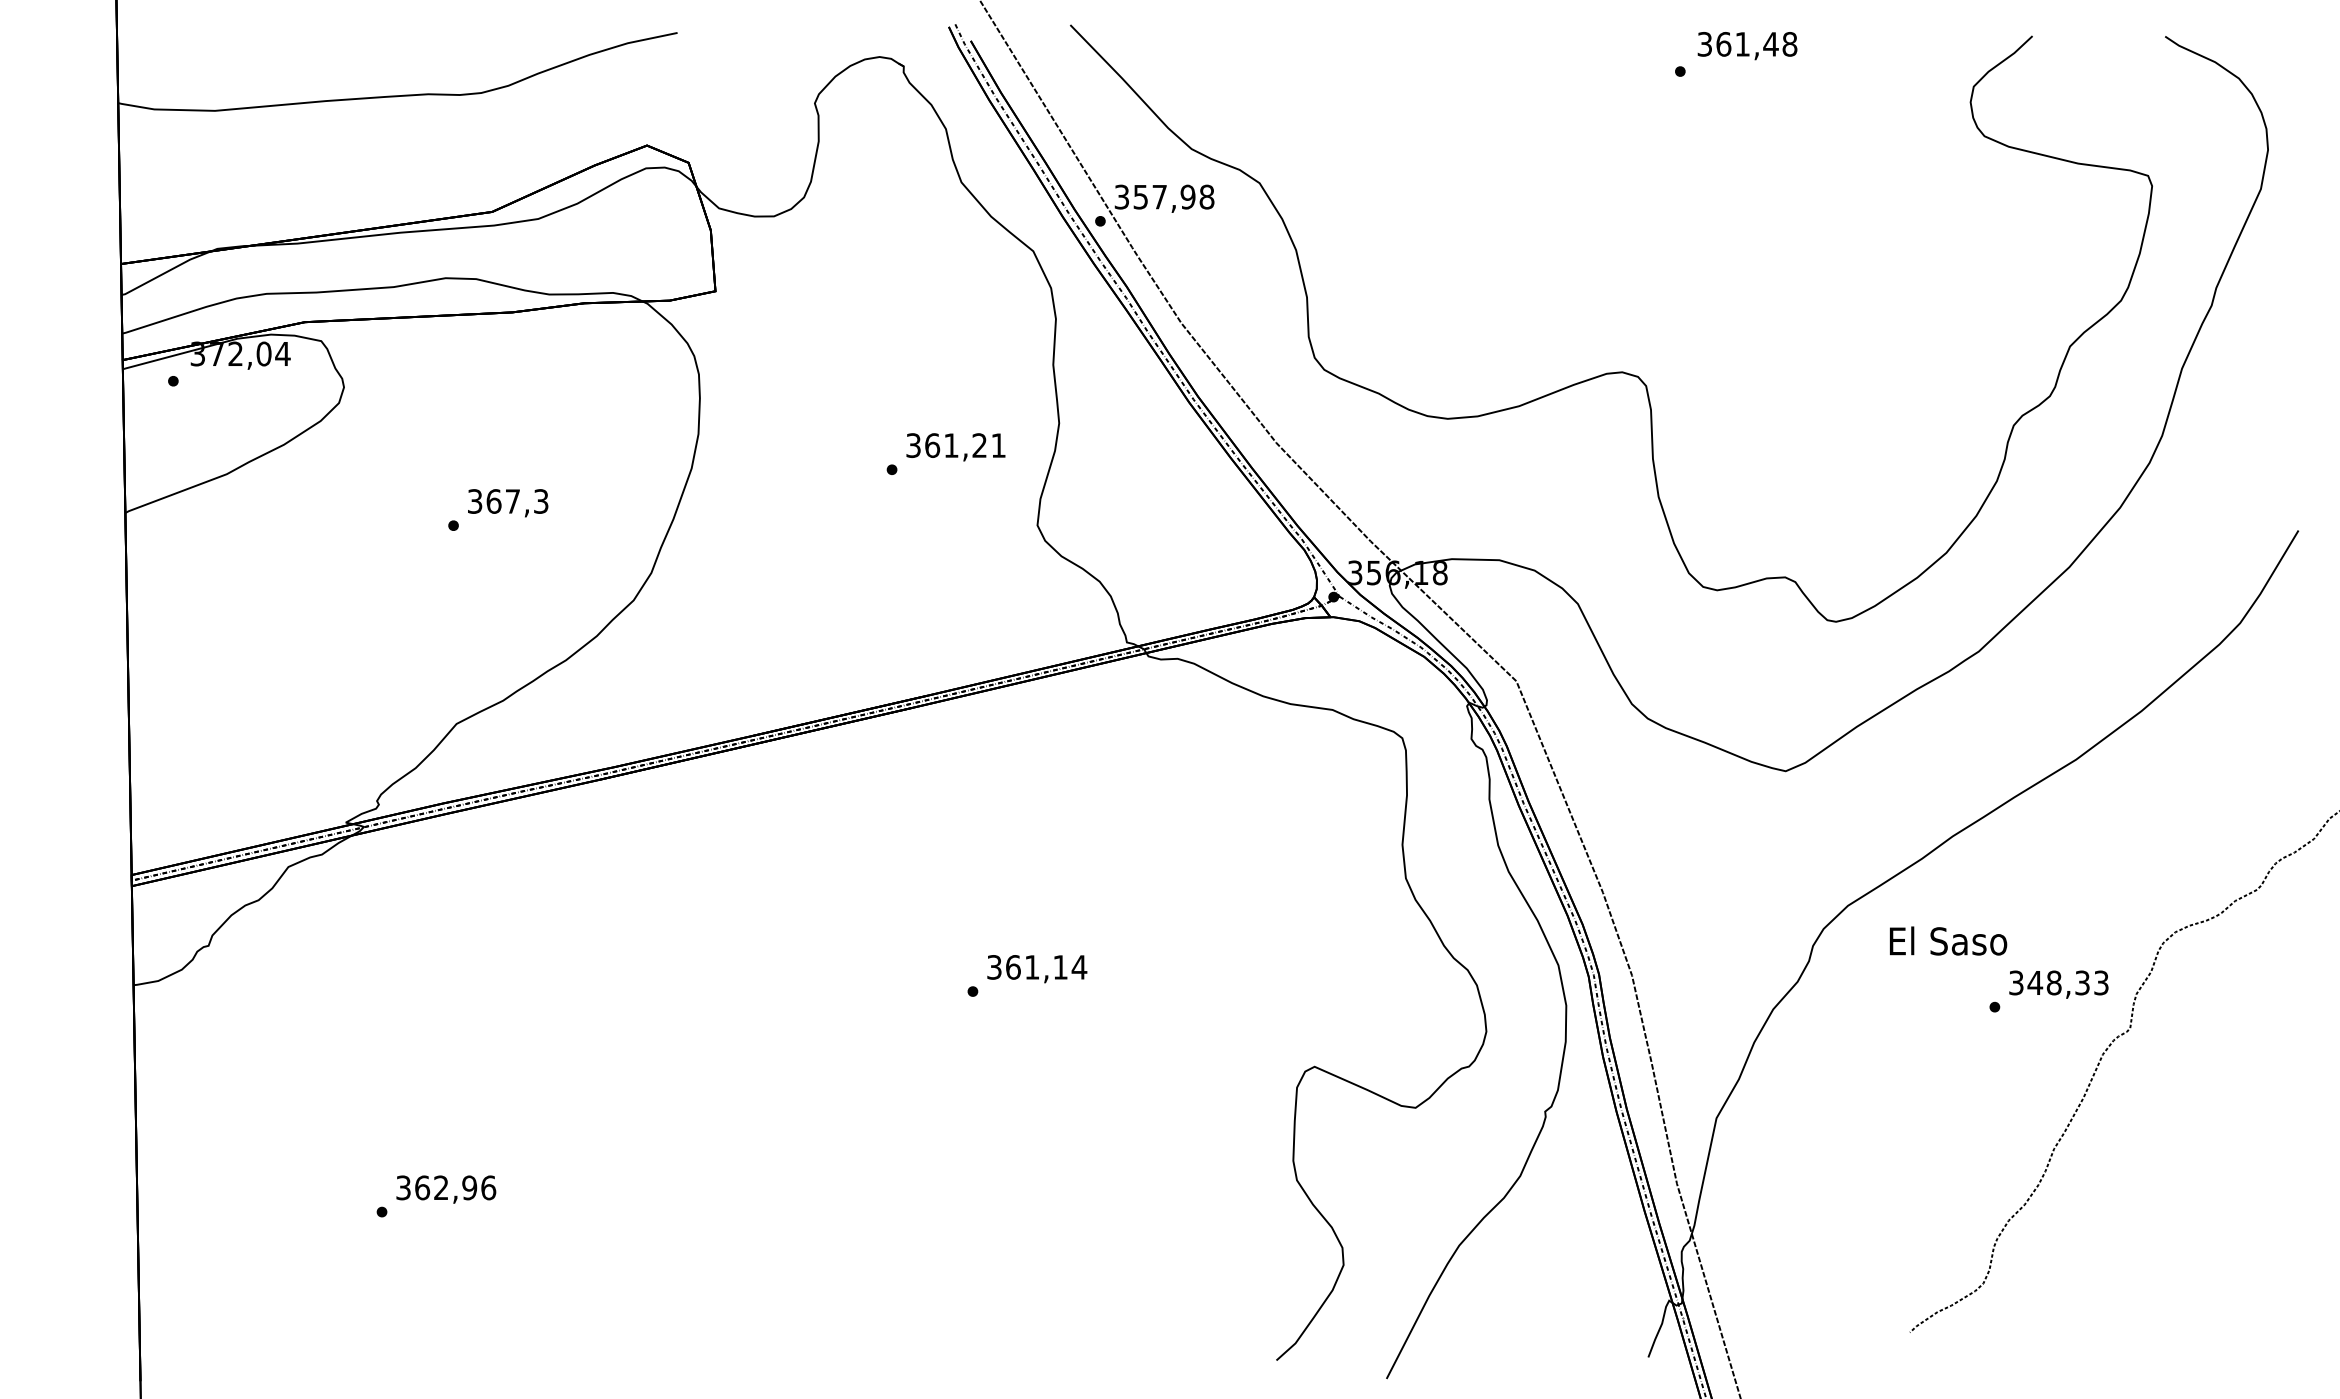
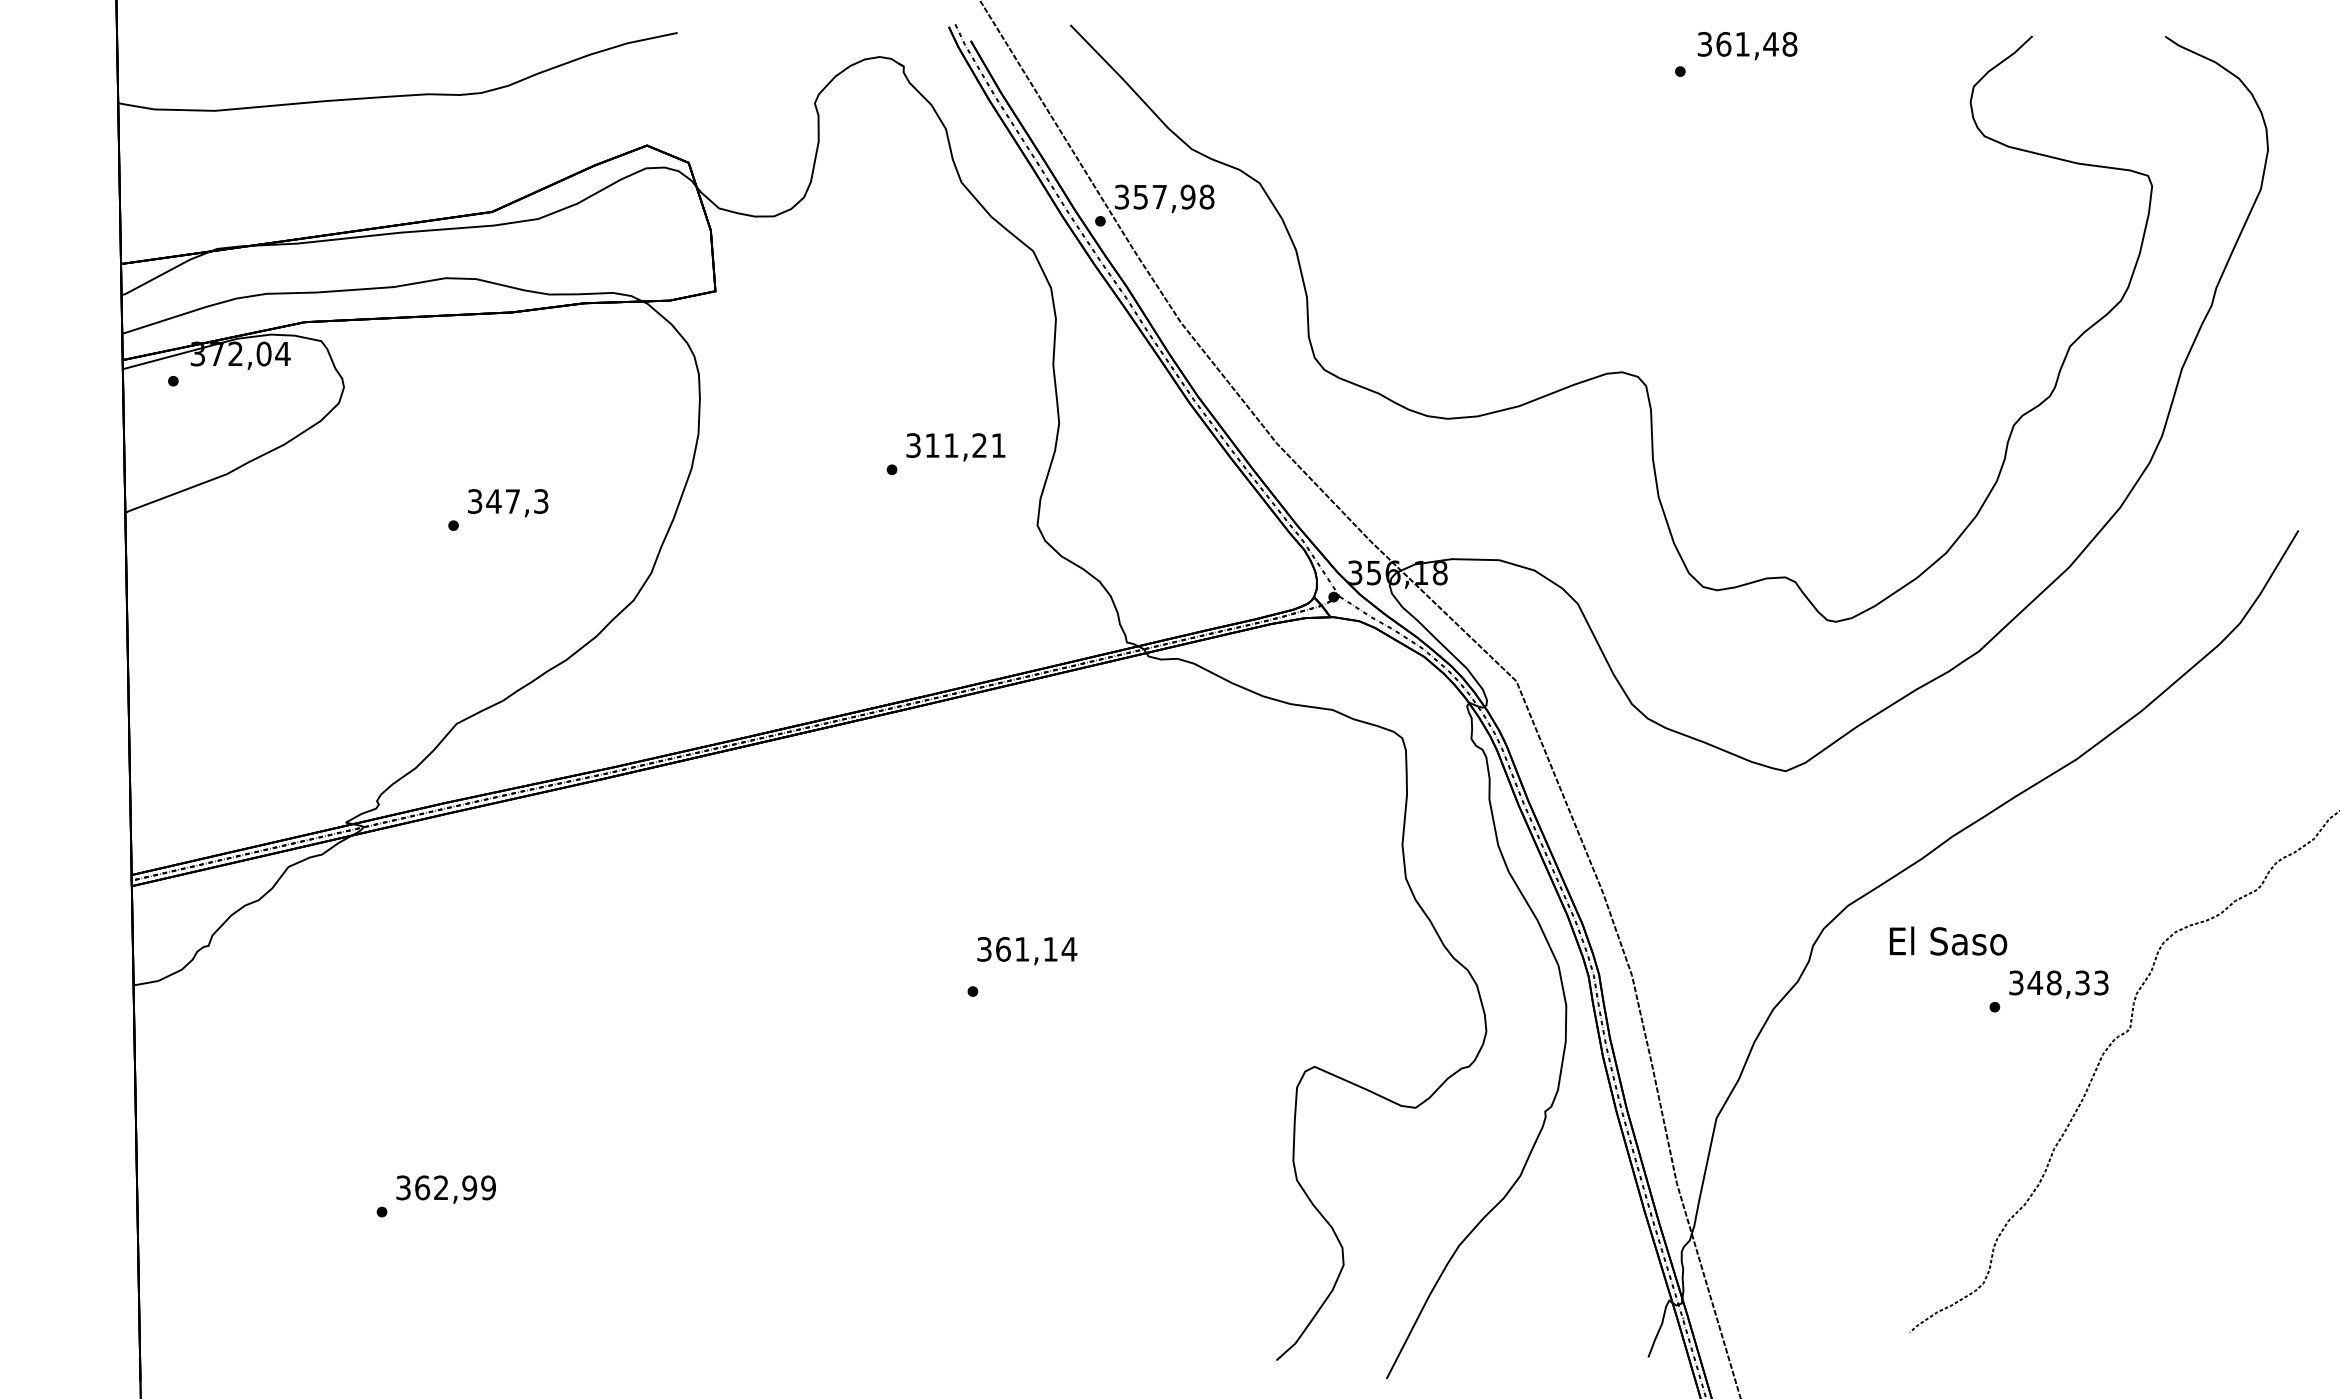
text at (932, 445): 361,21 -> 311,21
text at (493, 501): 367,3 -> 347,3
text at (1037, 969) position: (1037, 969) -> (1027, 951)
text at (488, 1187): 362,96 -> 362,99
